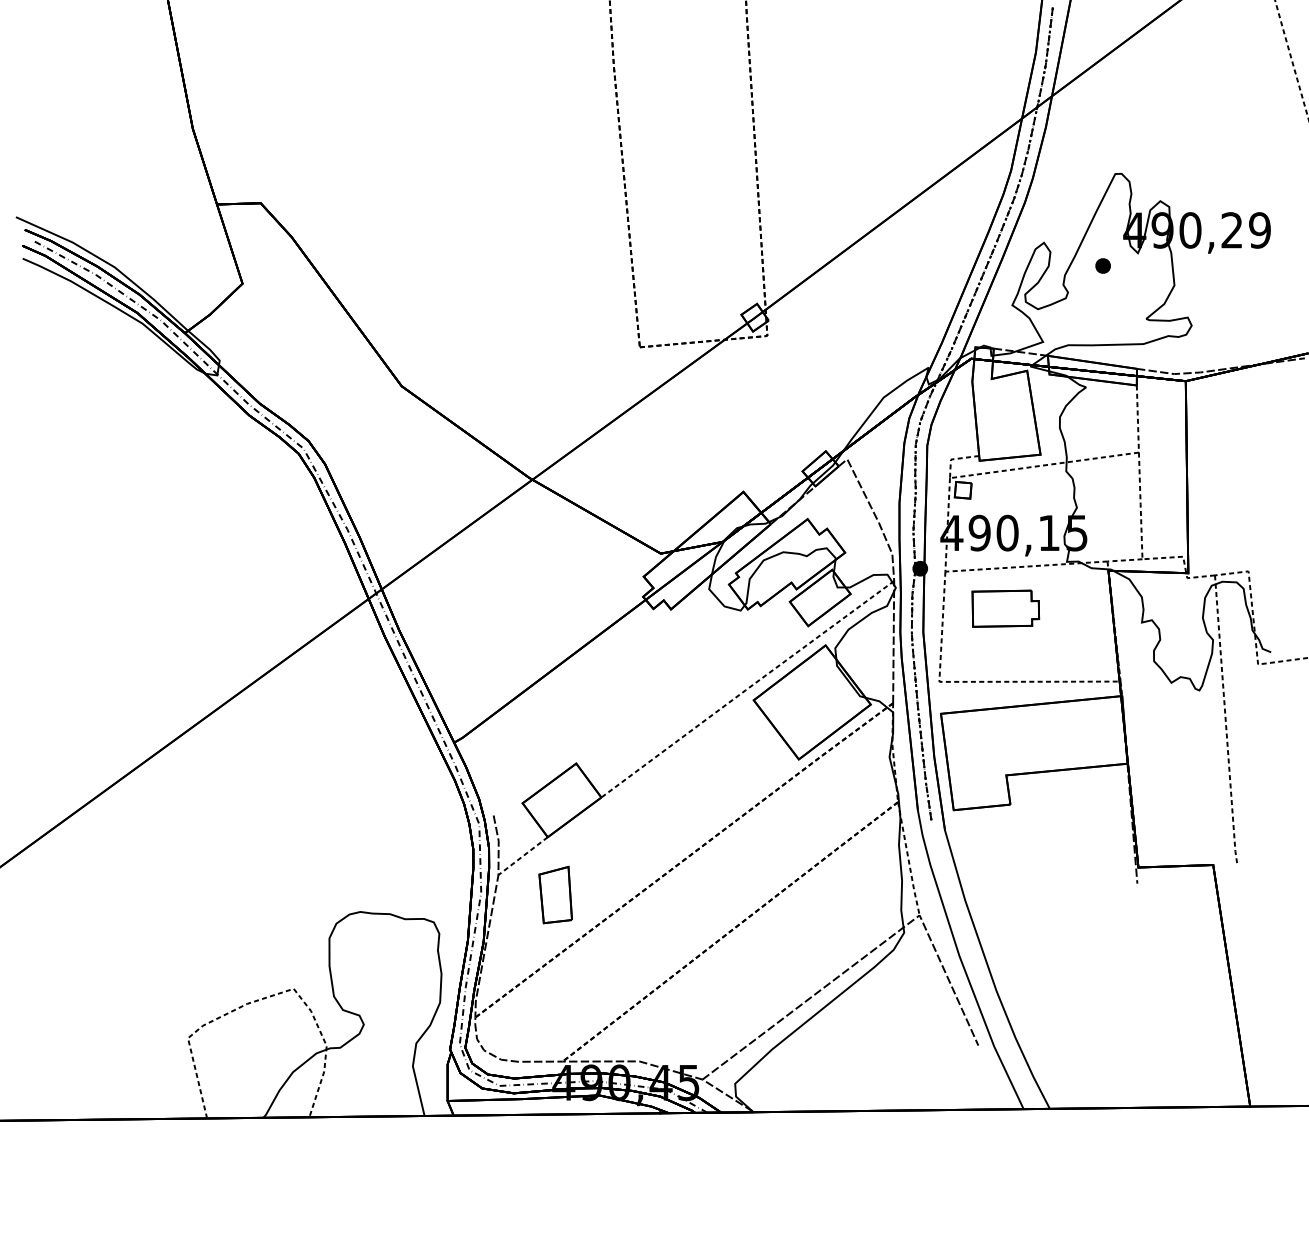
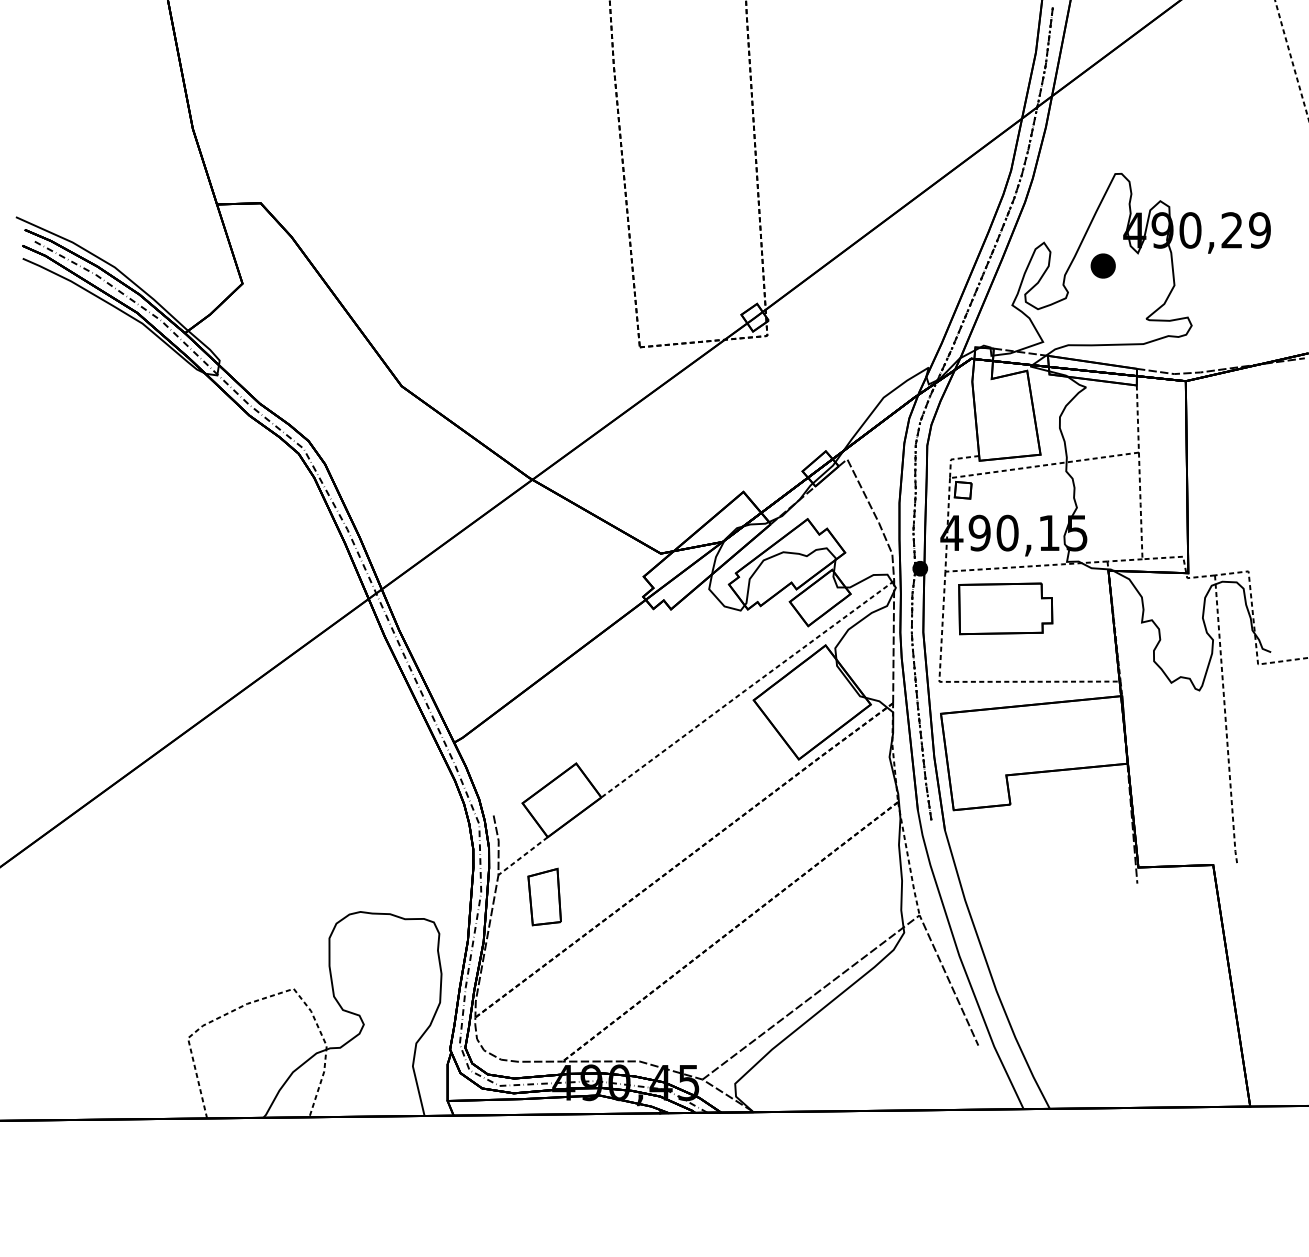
part at (1102, 265) size: 16x16 px -> 26x26 px
part at (1005, 608) size: 70x39 px -> 96x54 px
part at (555, 894) position: (555, 894) -> (544, 896)
